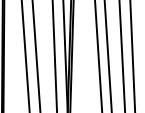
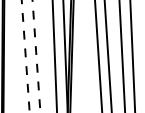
line at (25, 56): solid -> dashed
line at (36, 56): solid -> dashed
